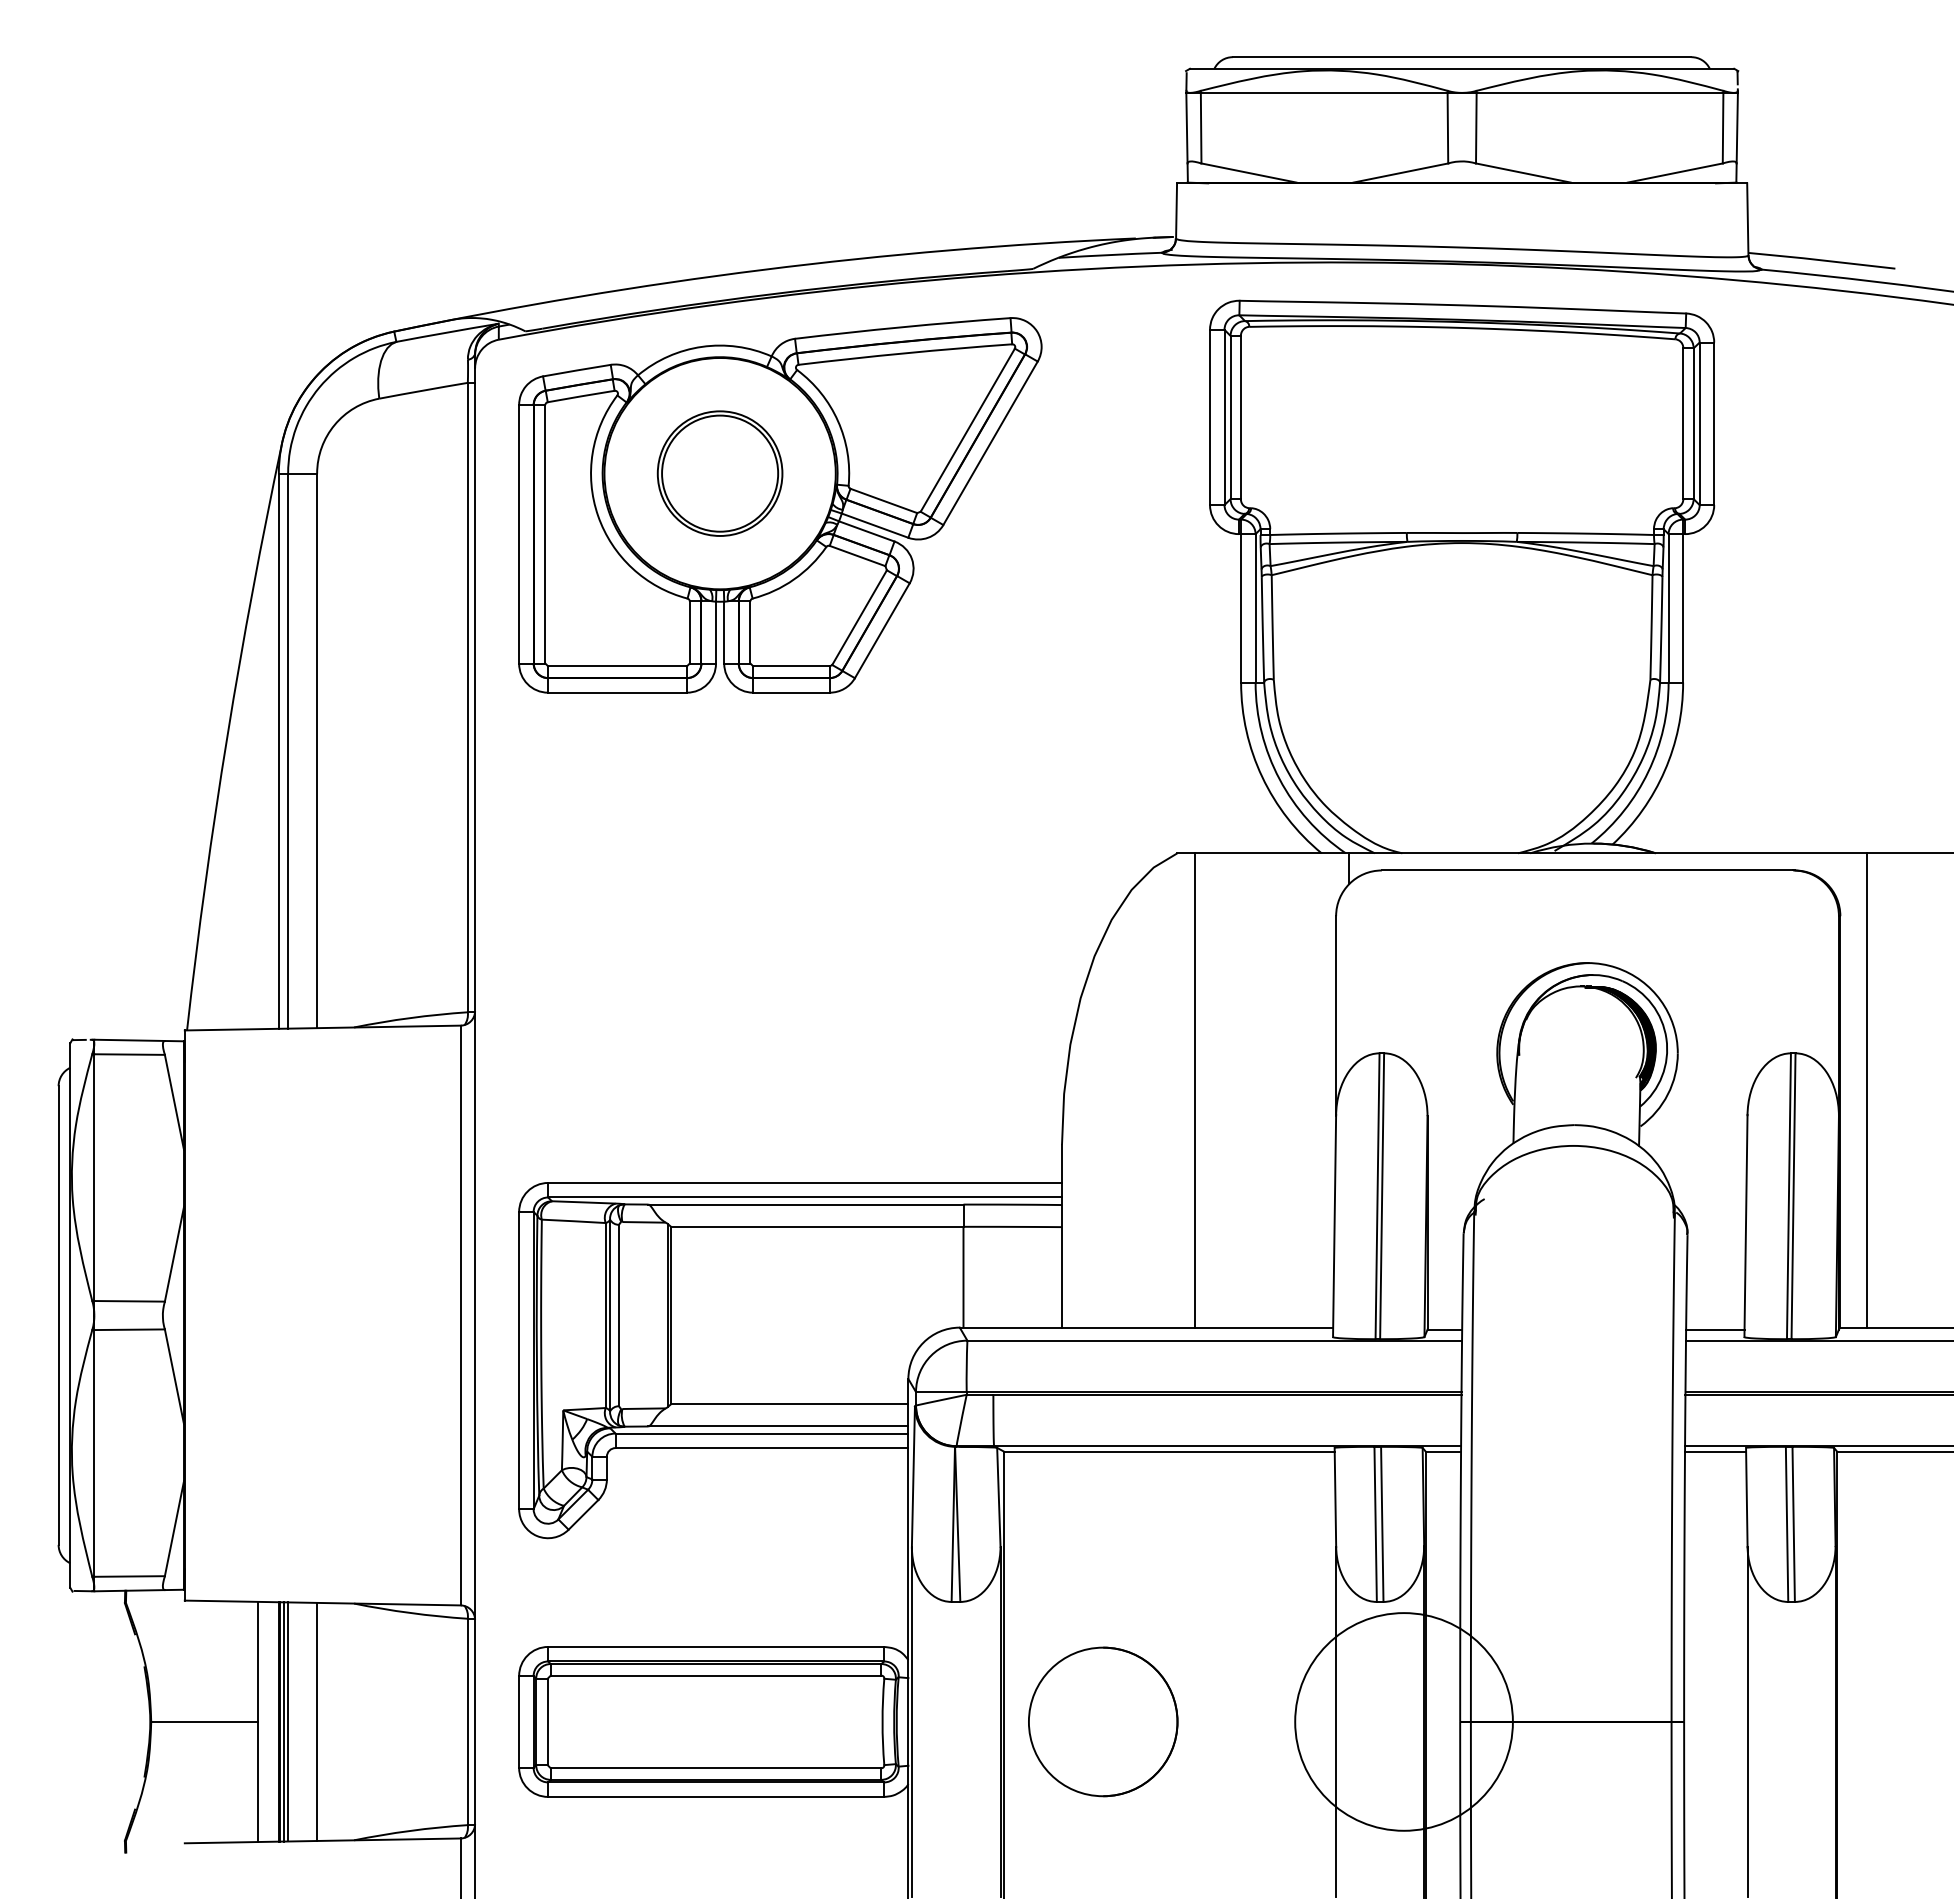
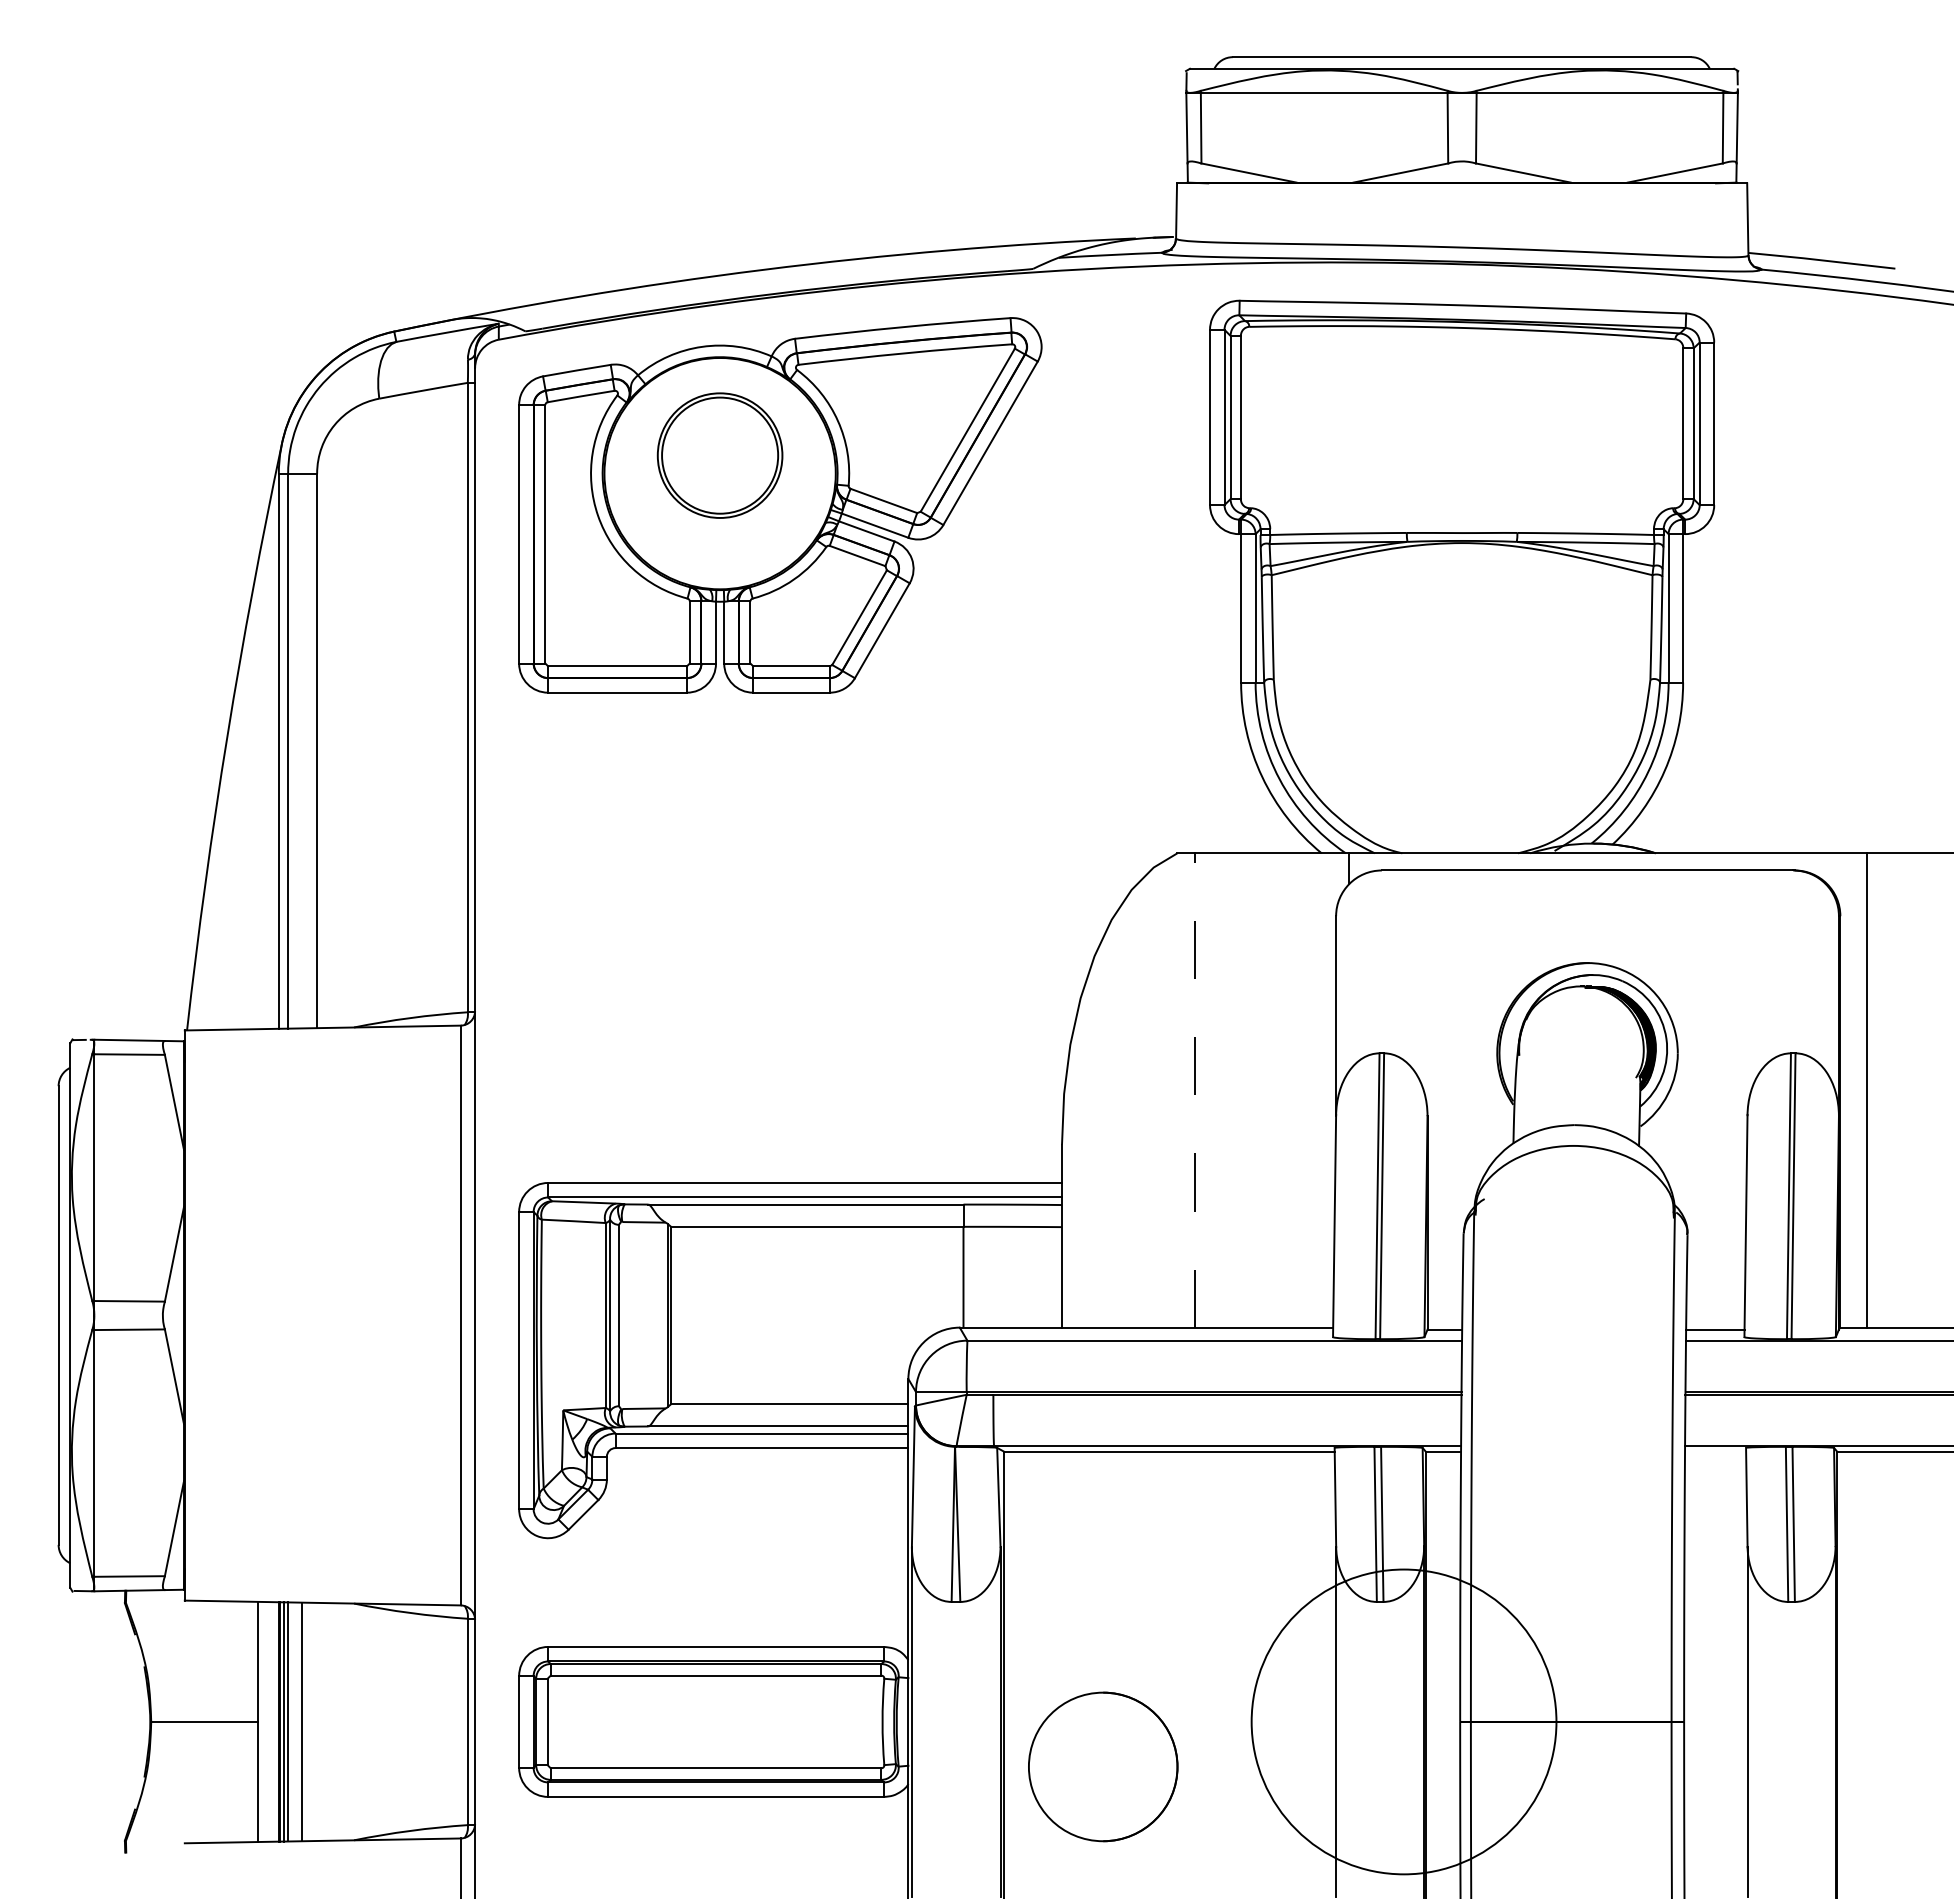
part at (719, 473) position: (719, 473) -> (719, 455)
line at (1195, 1089): solid -> dashed
line at (1715, 1451): present -> none
line at (317, 1721) position: (317, 1721) -> (302, 1721)
part at (1103, 1721) position: (1103, 1721) -> (1103, 1766)
circle at (1403, 1721) diameter: 218 px -> 305 px
